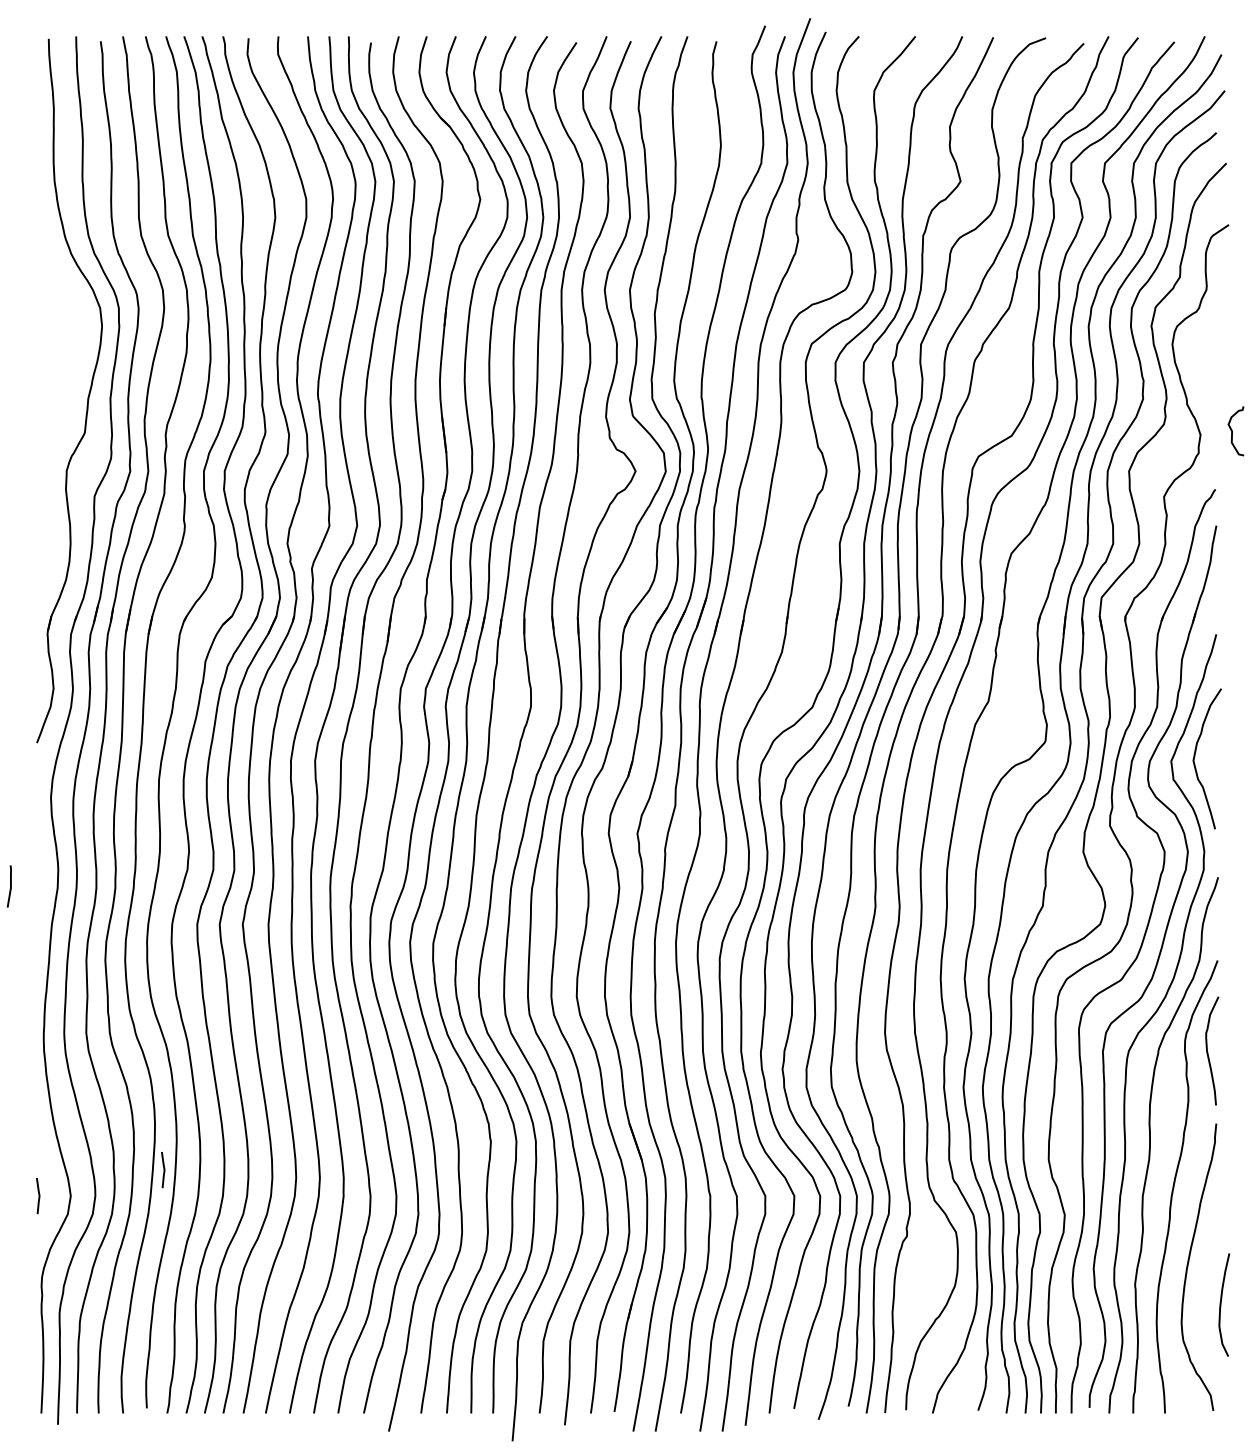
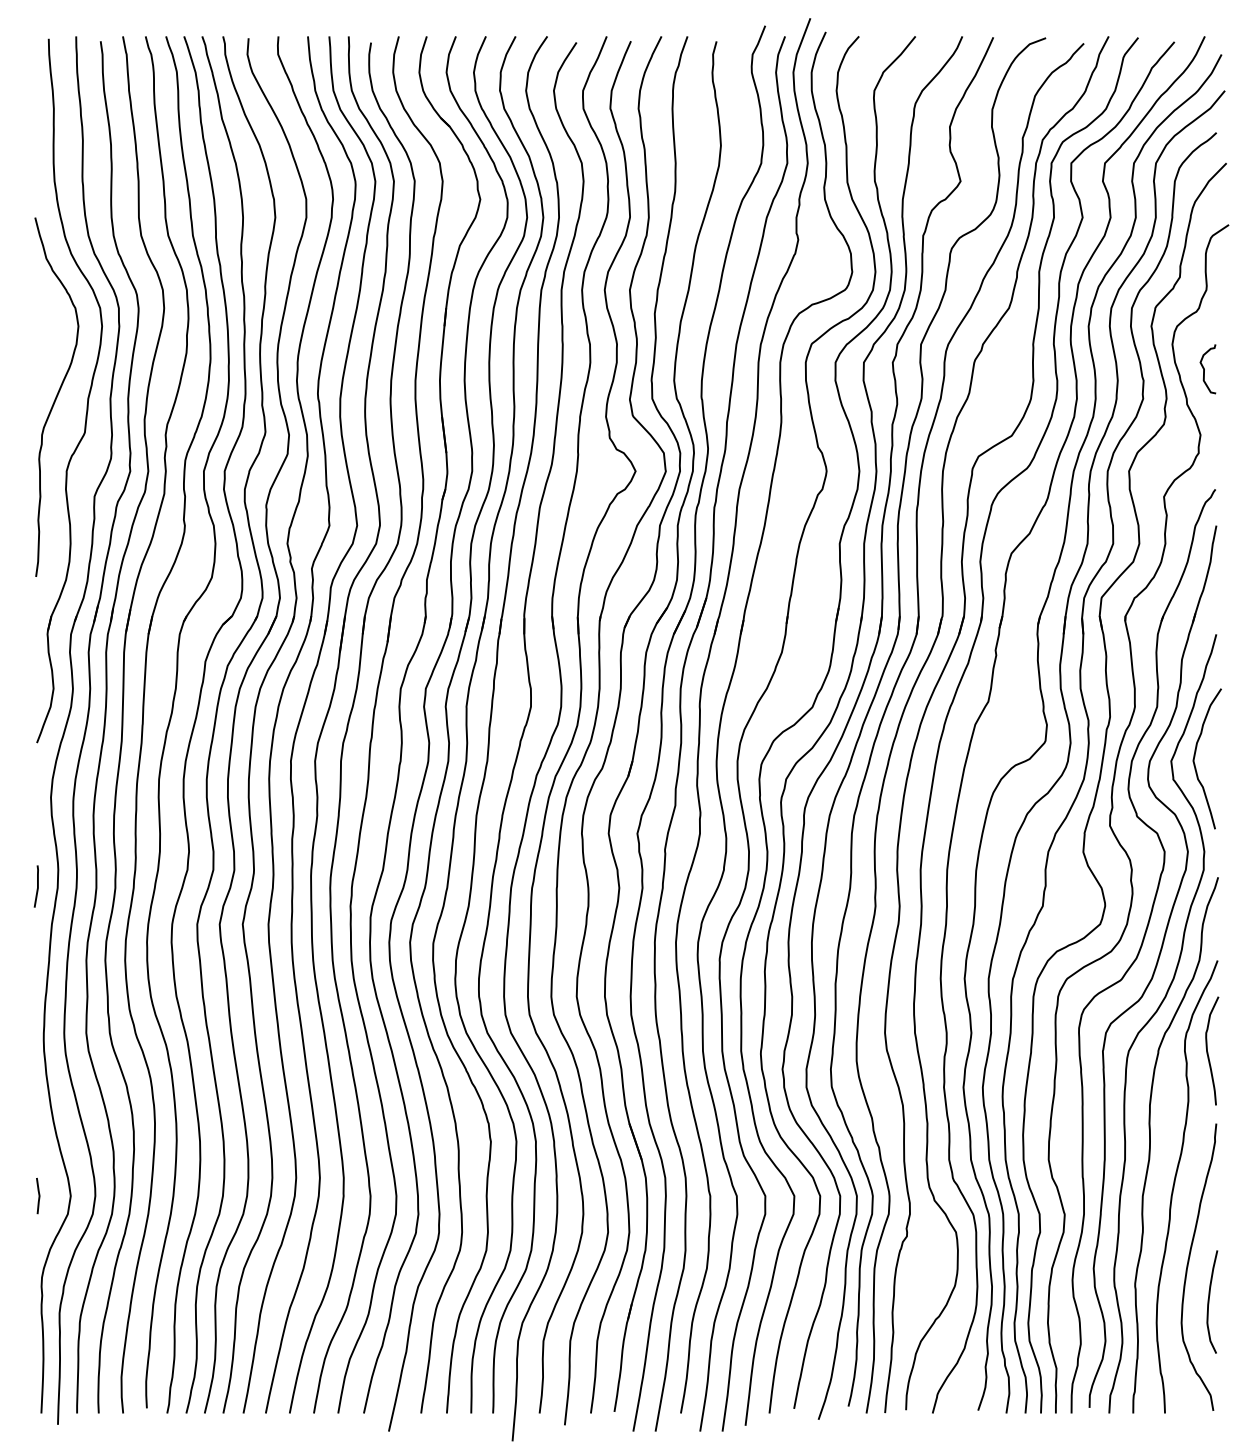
curve at (56, 396): none -> present
curve at (1232, 431) position: (1232, 431) -> (1204, 369)
line at (10, 886) position: (10, 886) -> (37, 886)
line at (163, 1170): present -> none
curve at (1221, 1304) position: (1221, 1304) -> (1209, 1301)
